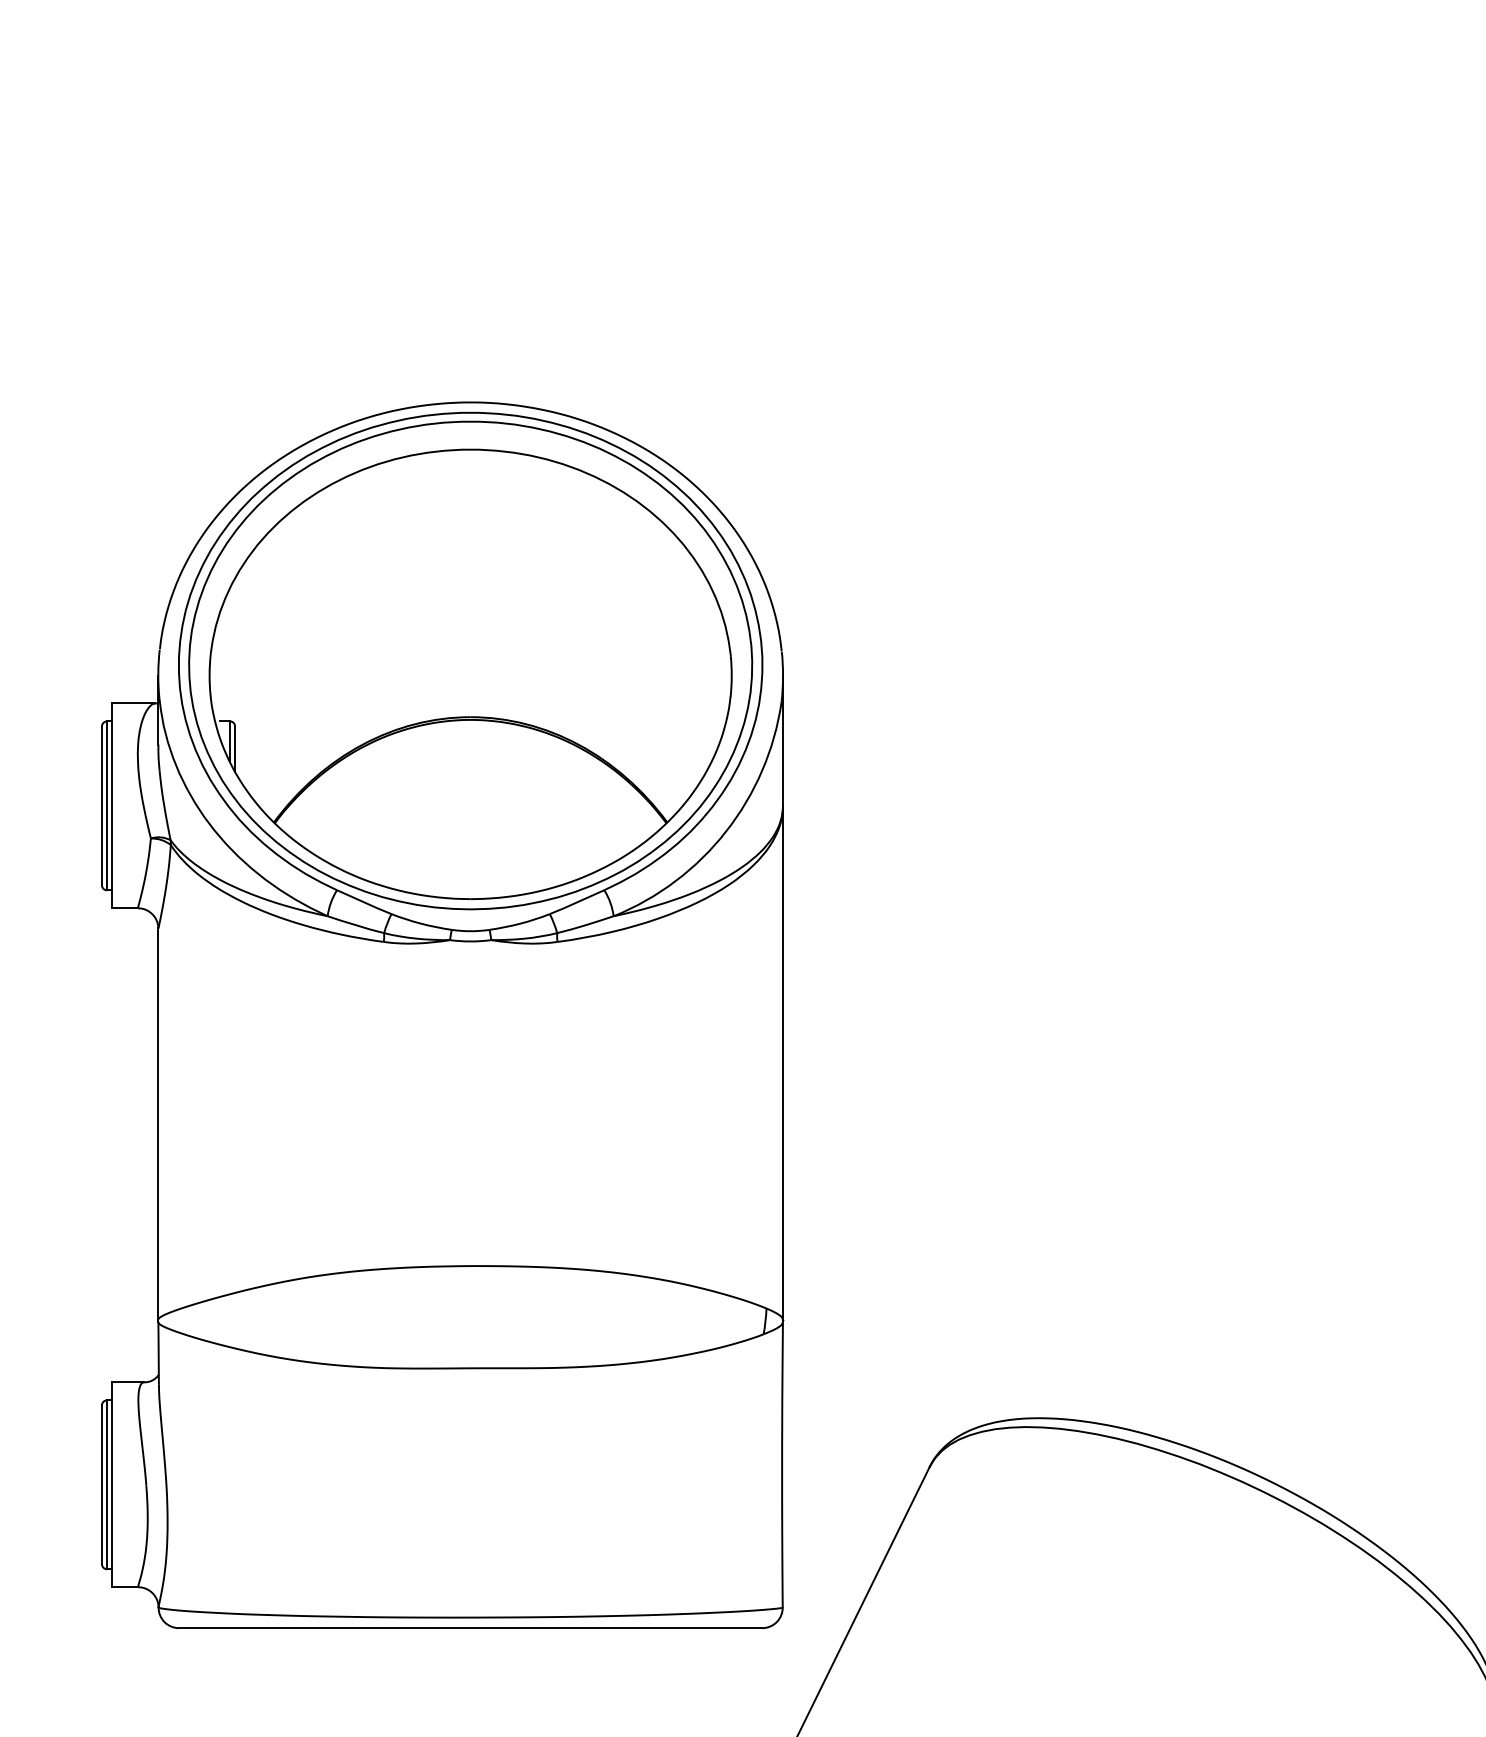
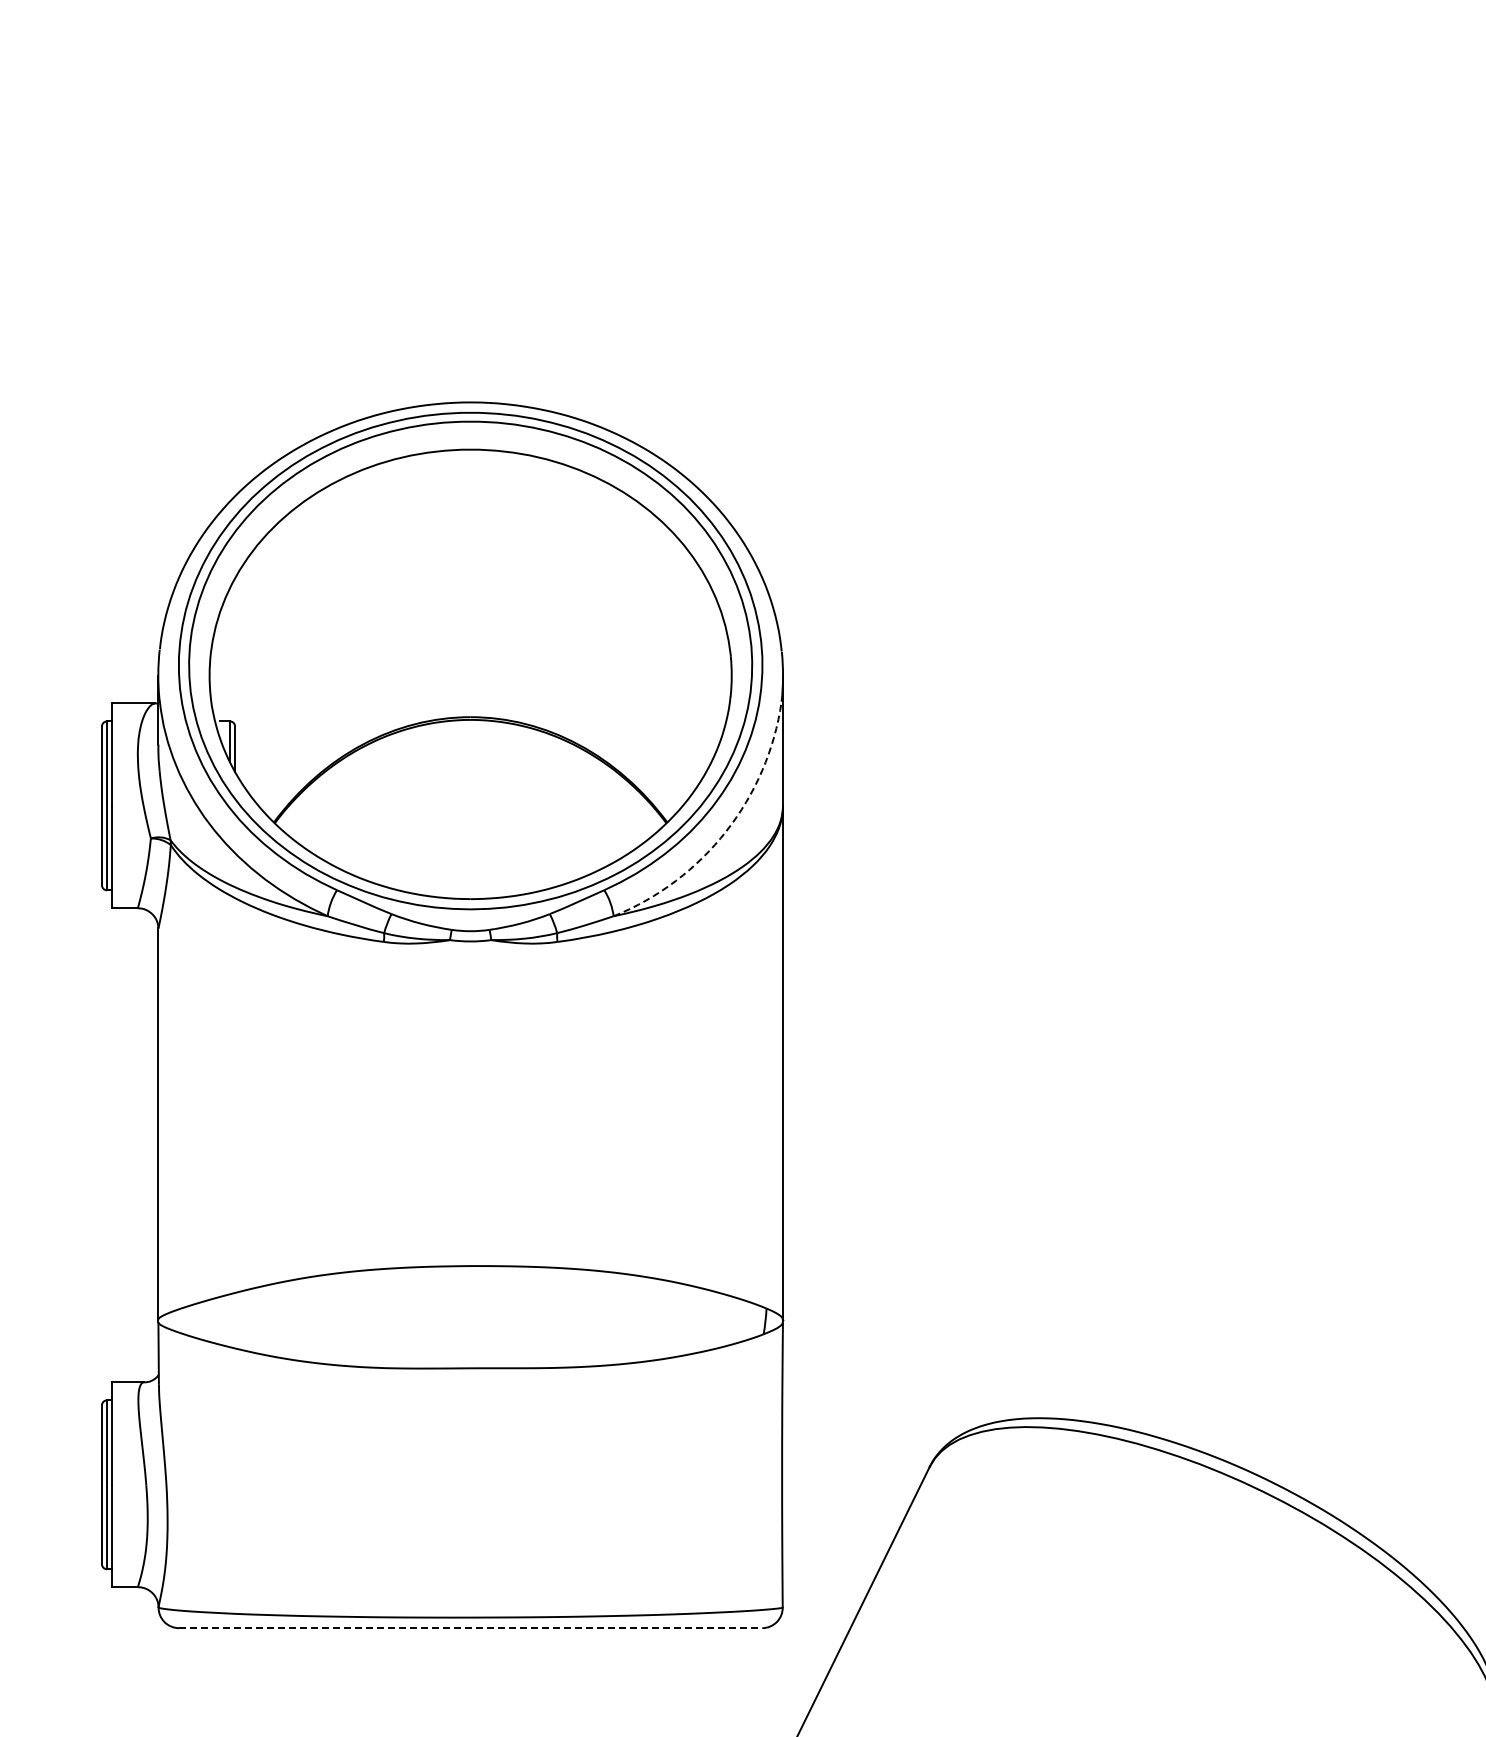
arc at (726, 831): solid -> dashed
line at (470, 1628): solid -> dashed
